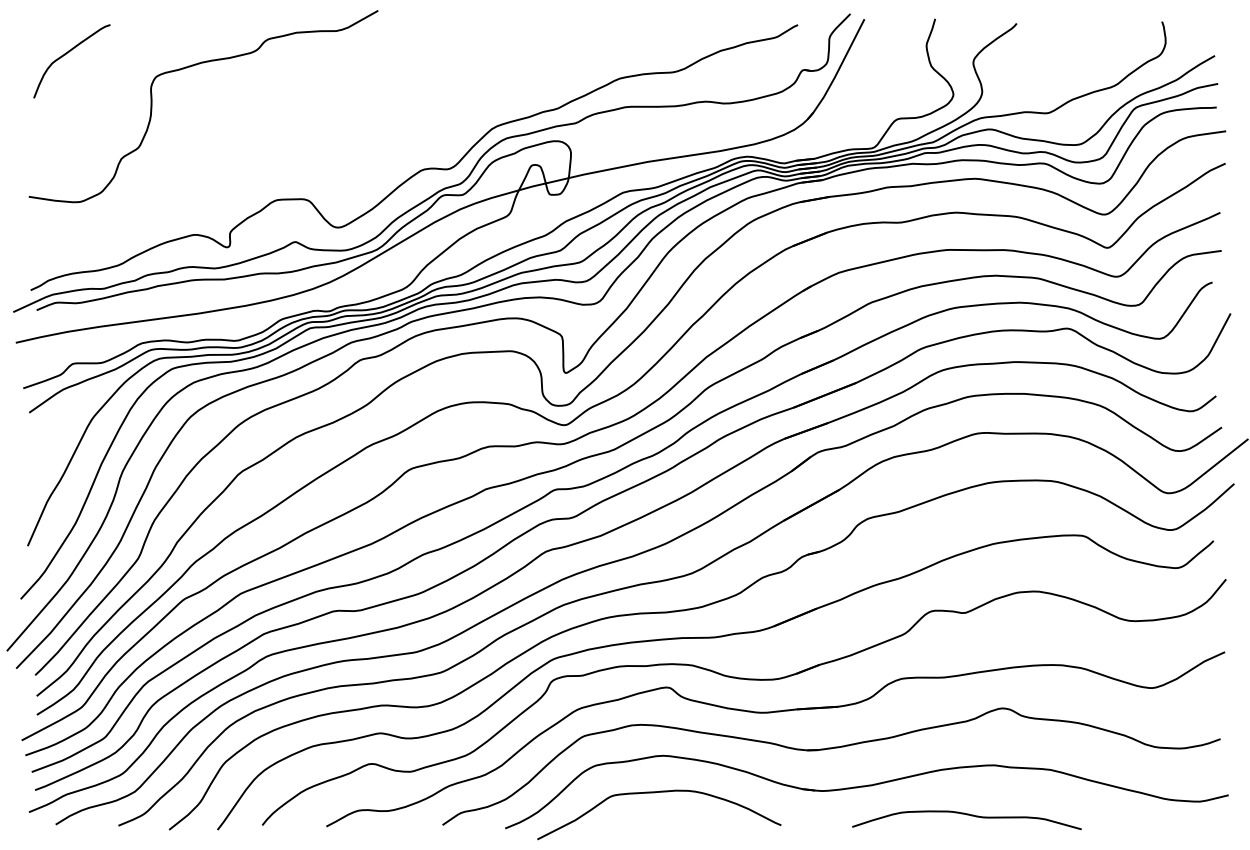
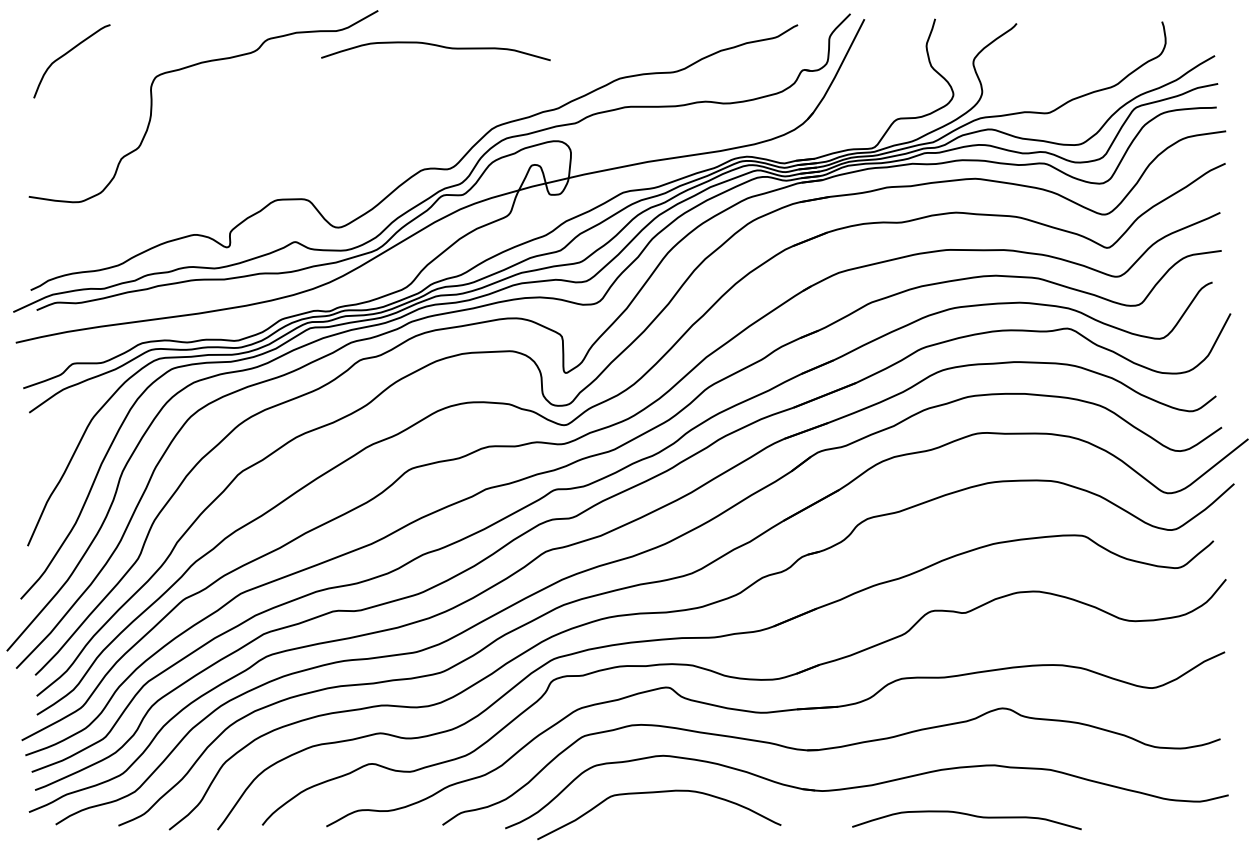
curve at (435, 46): none -> present
